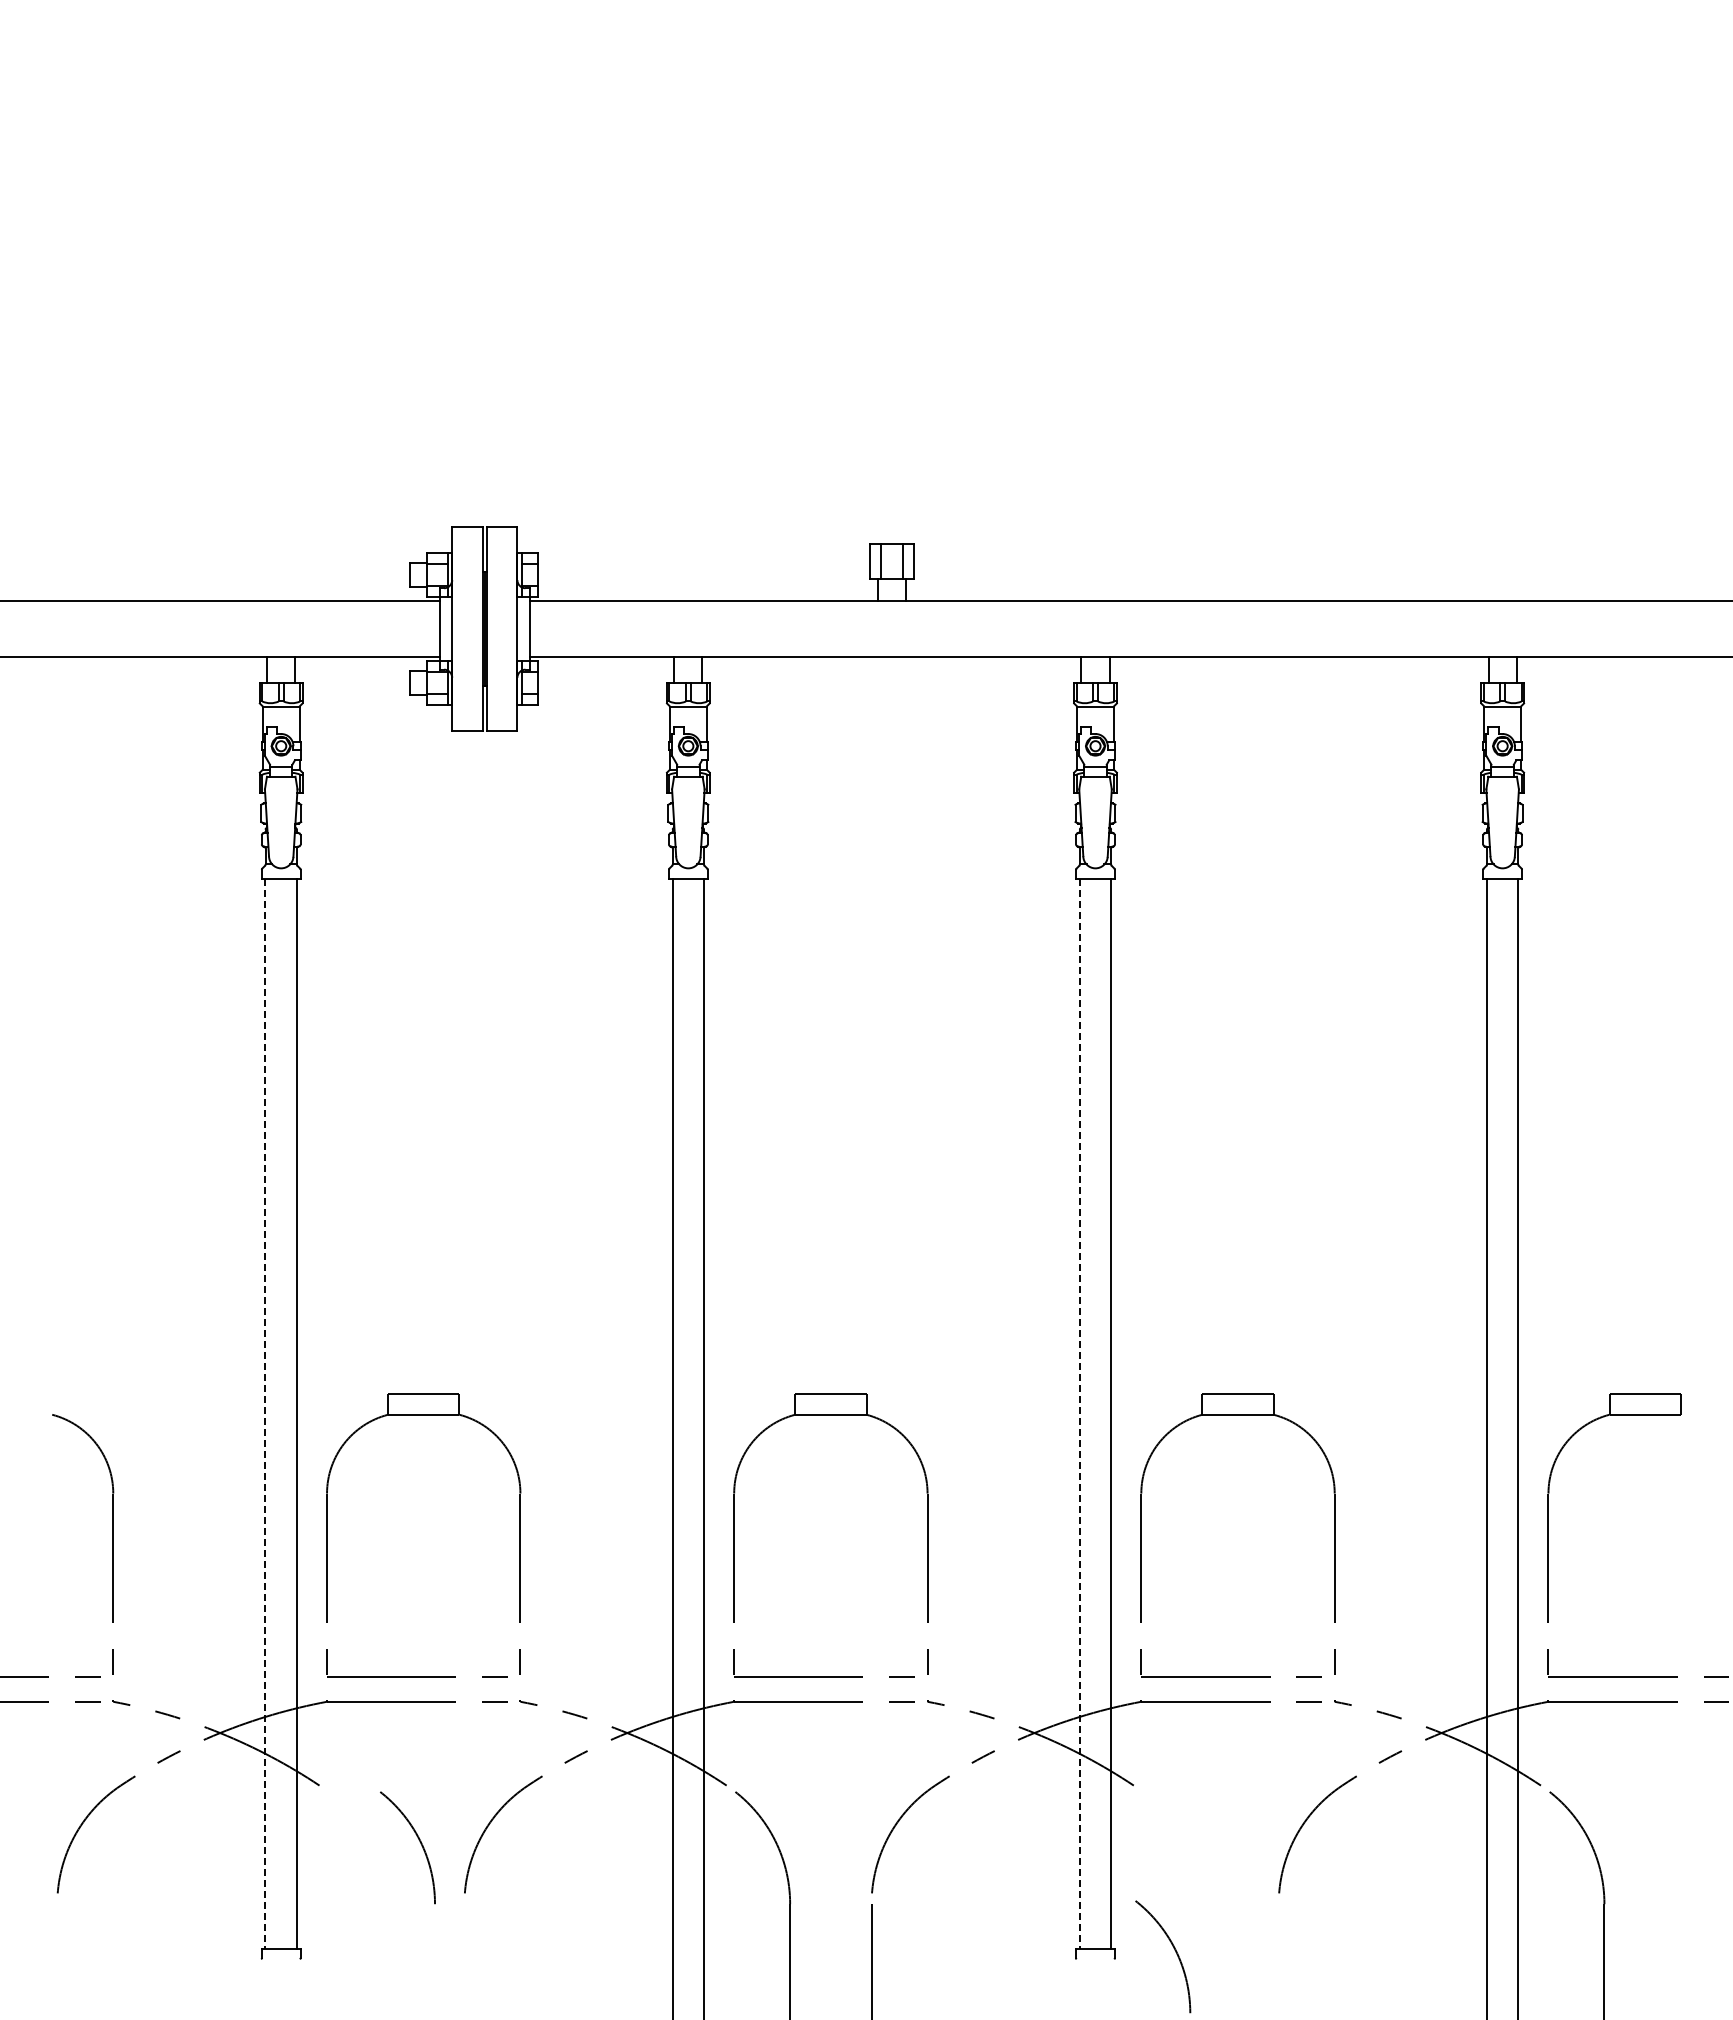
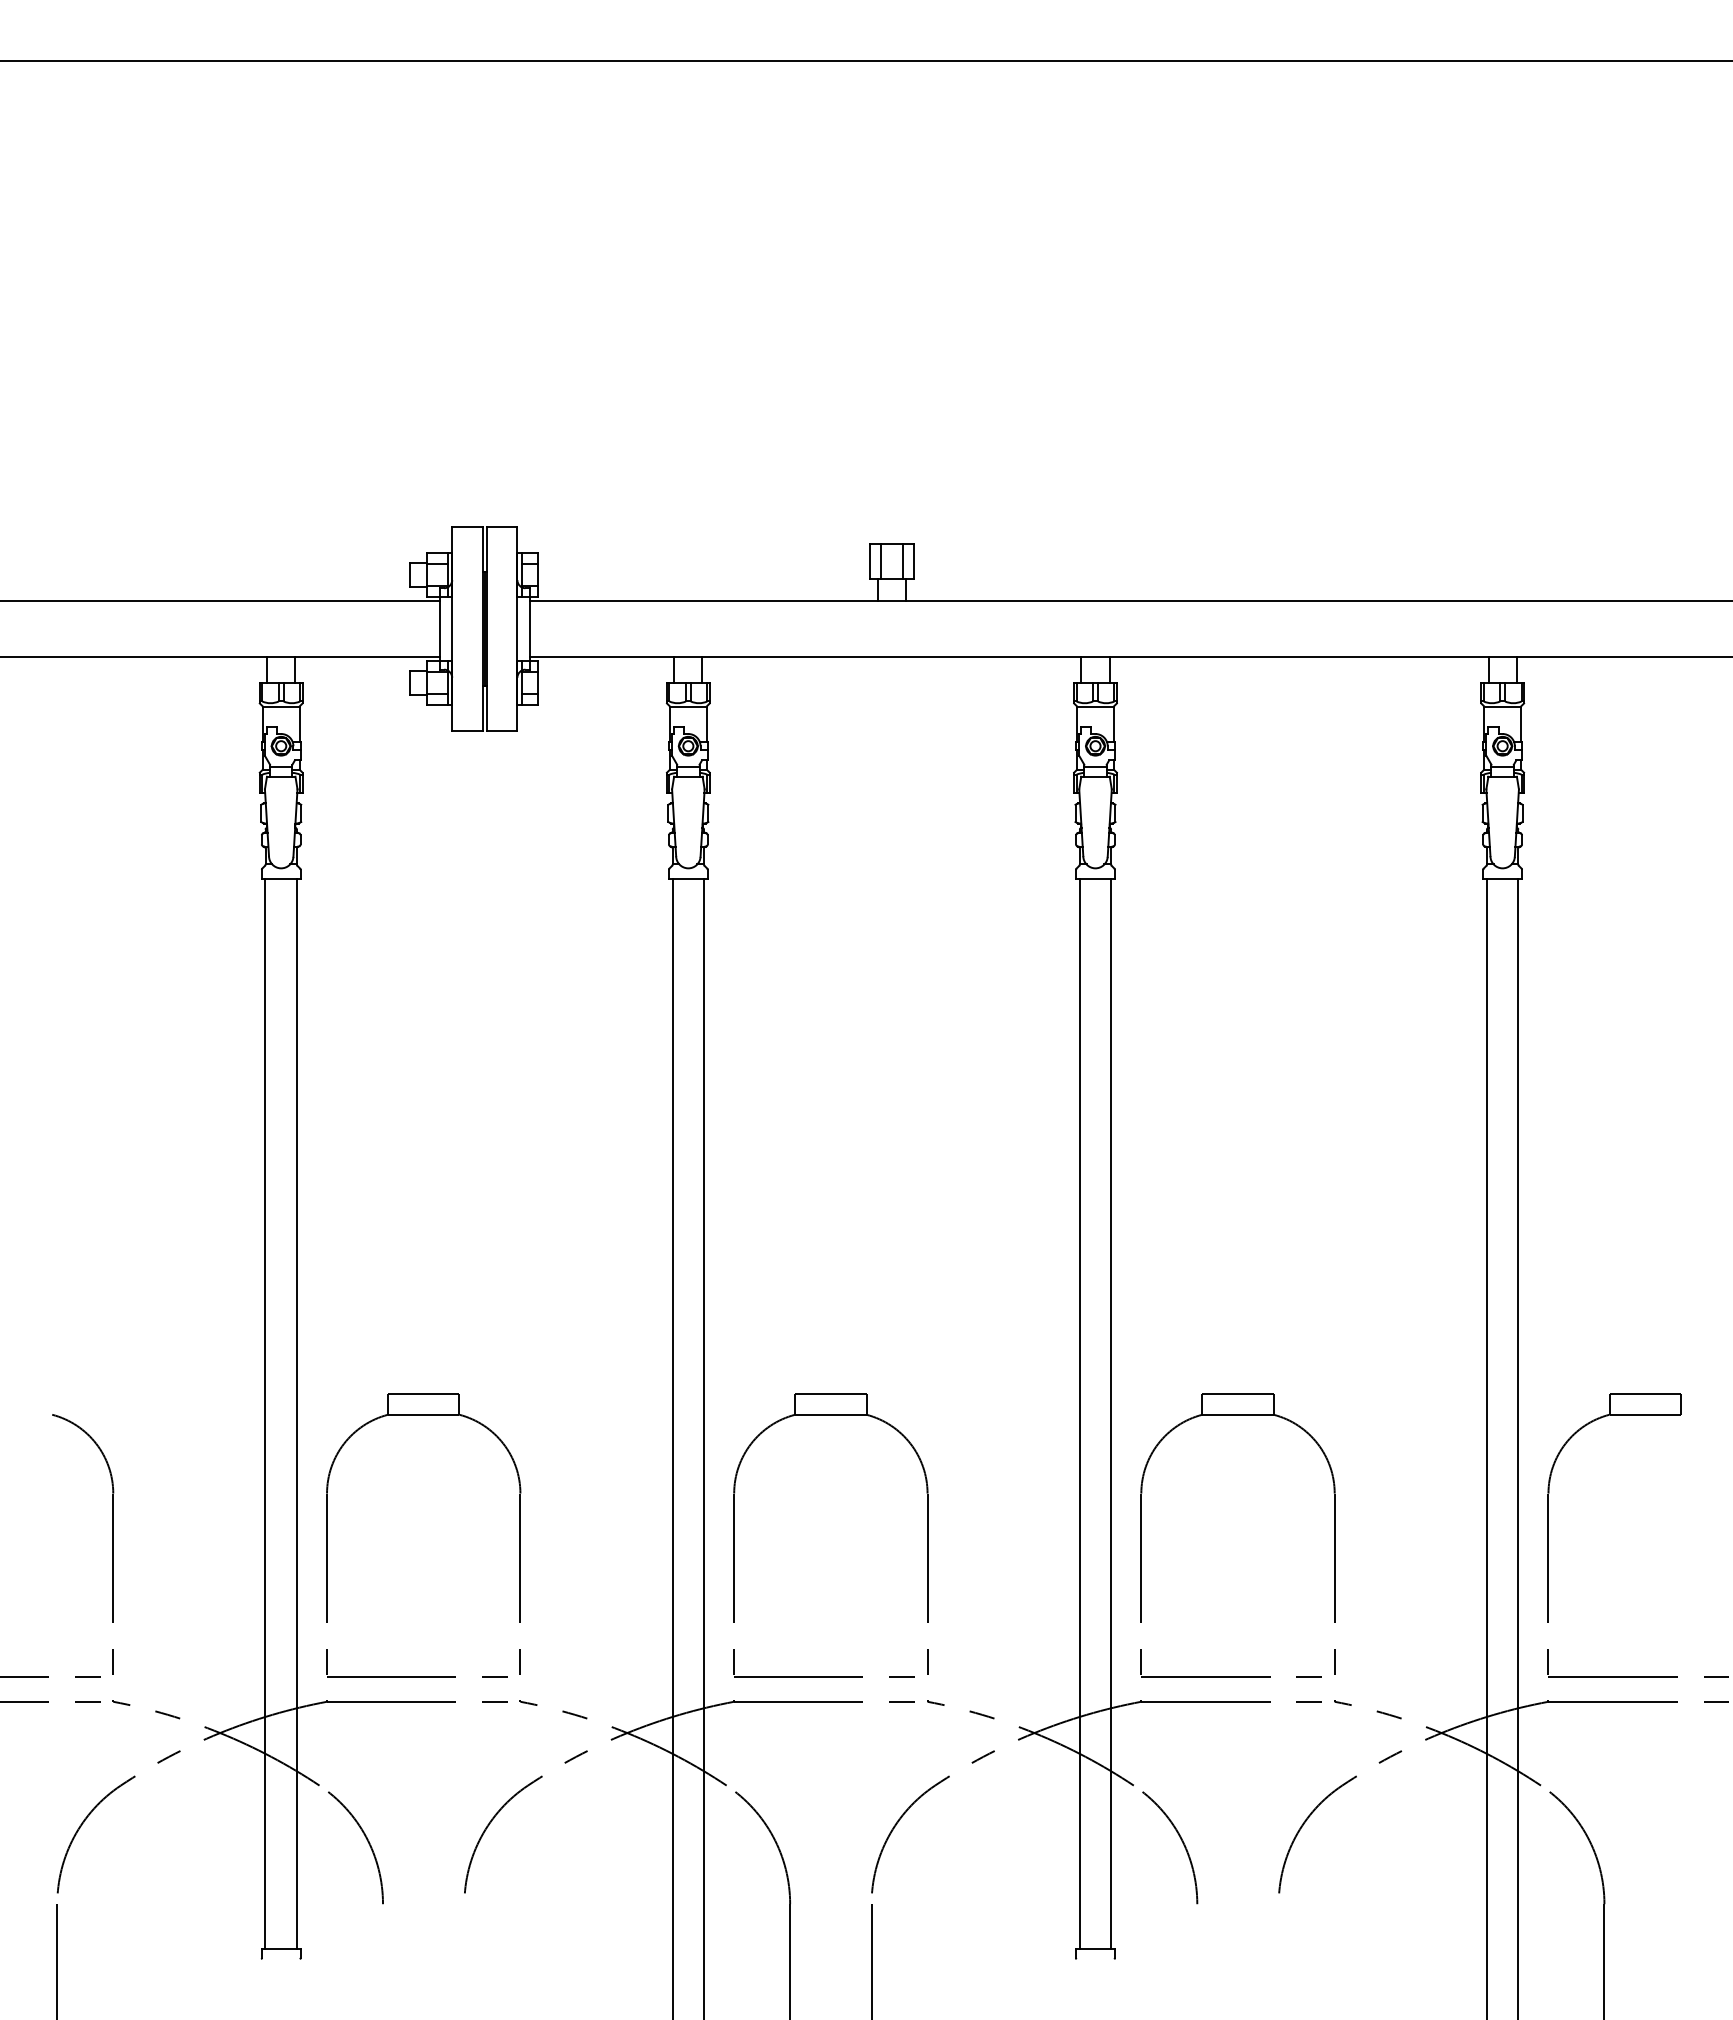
line at (865, 60): none -> present
line at (265, 1414): dashed -> solid
line at (1079, 1414): dashed -> solid
arc at (419, 1842) position: (419, 1842) -> (367, 1842)
arc at (1174, 1950) position: (1174, 1950) -> (1181, 1841)
line at (57, 1960): none -> present
